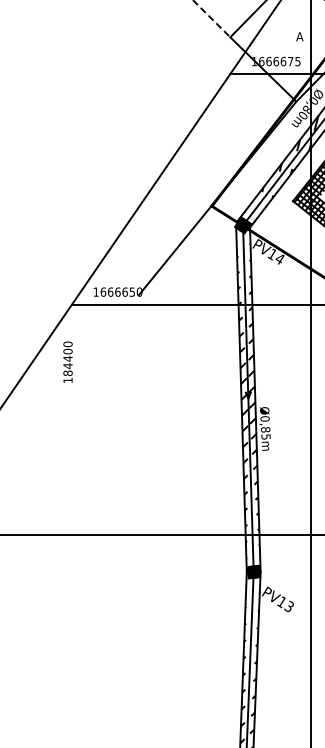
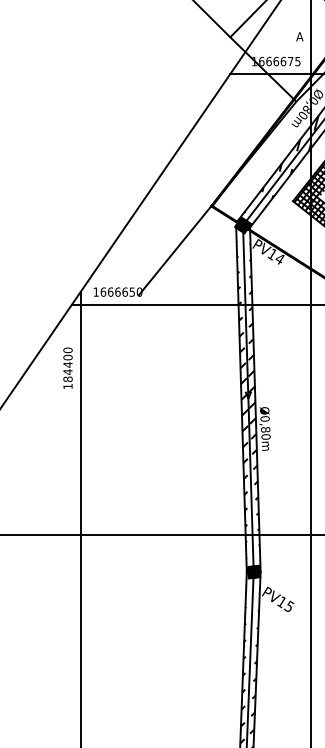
line at (211, 19): dashed -> solid
text at (67, 361) position: (67, 361) -> (67, 367)
text at (265, 436): Ø0,85m -> Ø0,80m
line at (80, 517): none -> present
text at (290, 606): PV13 -> PV15
